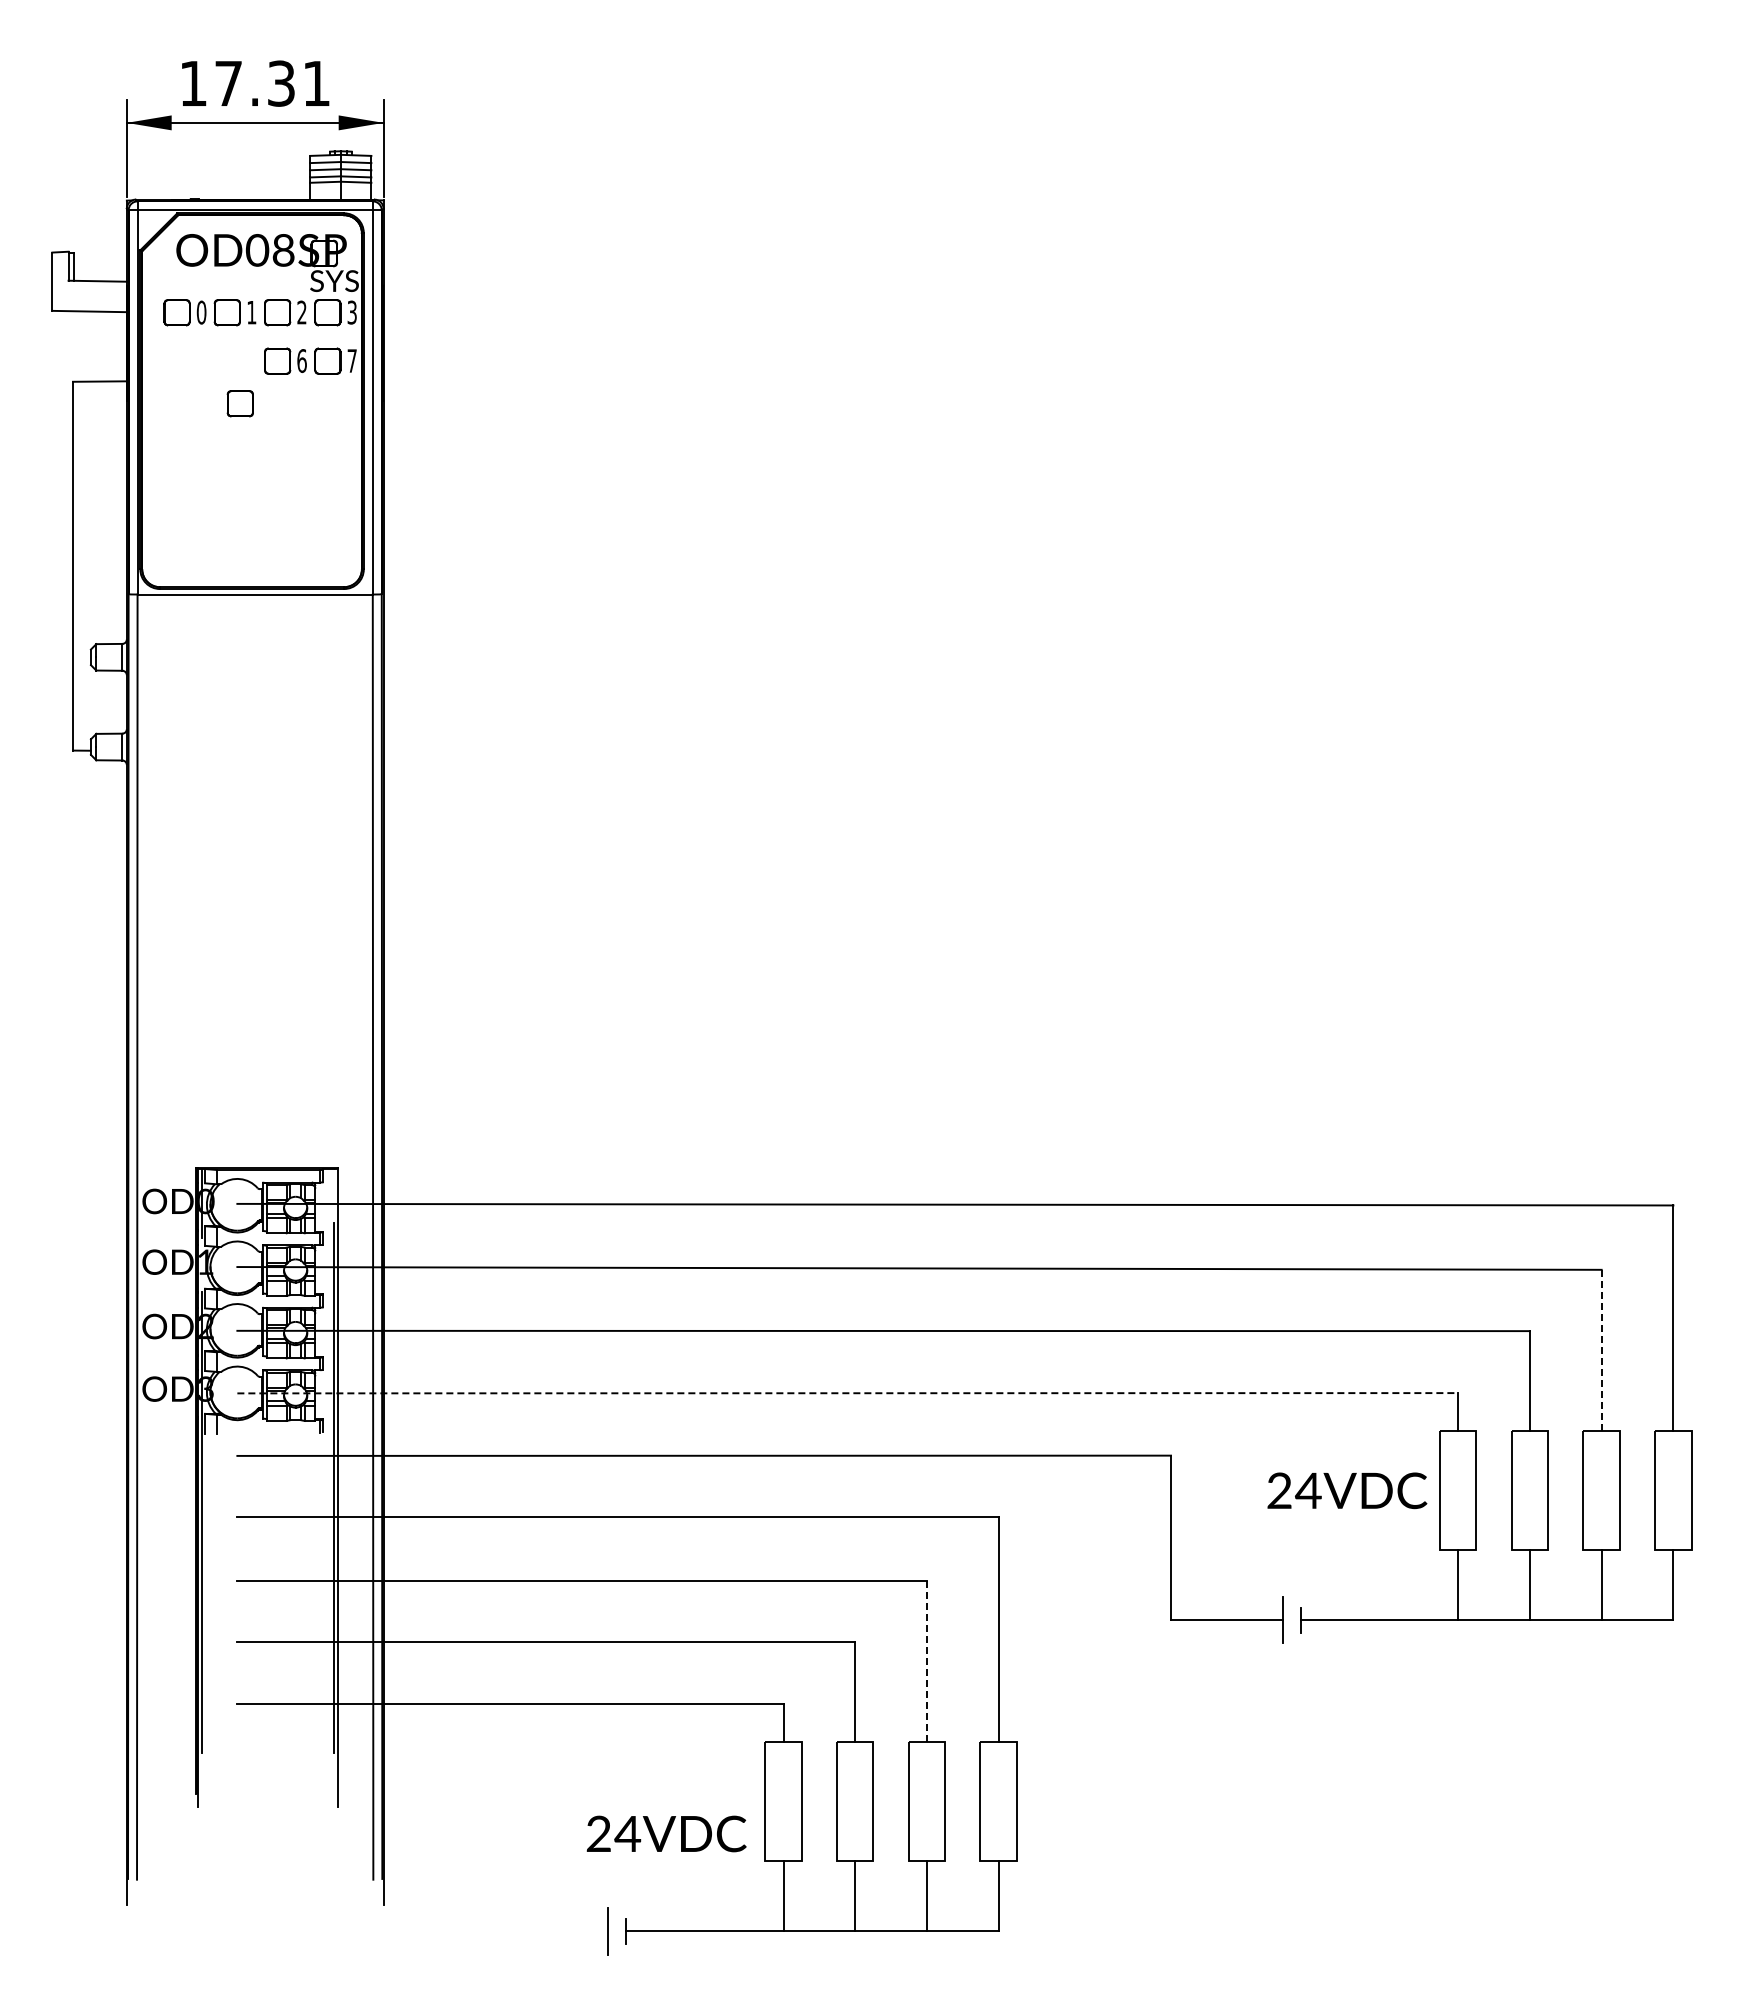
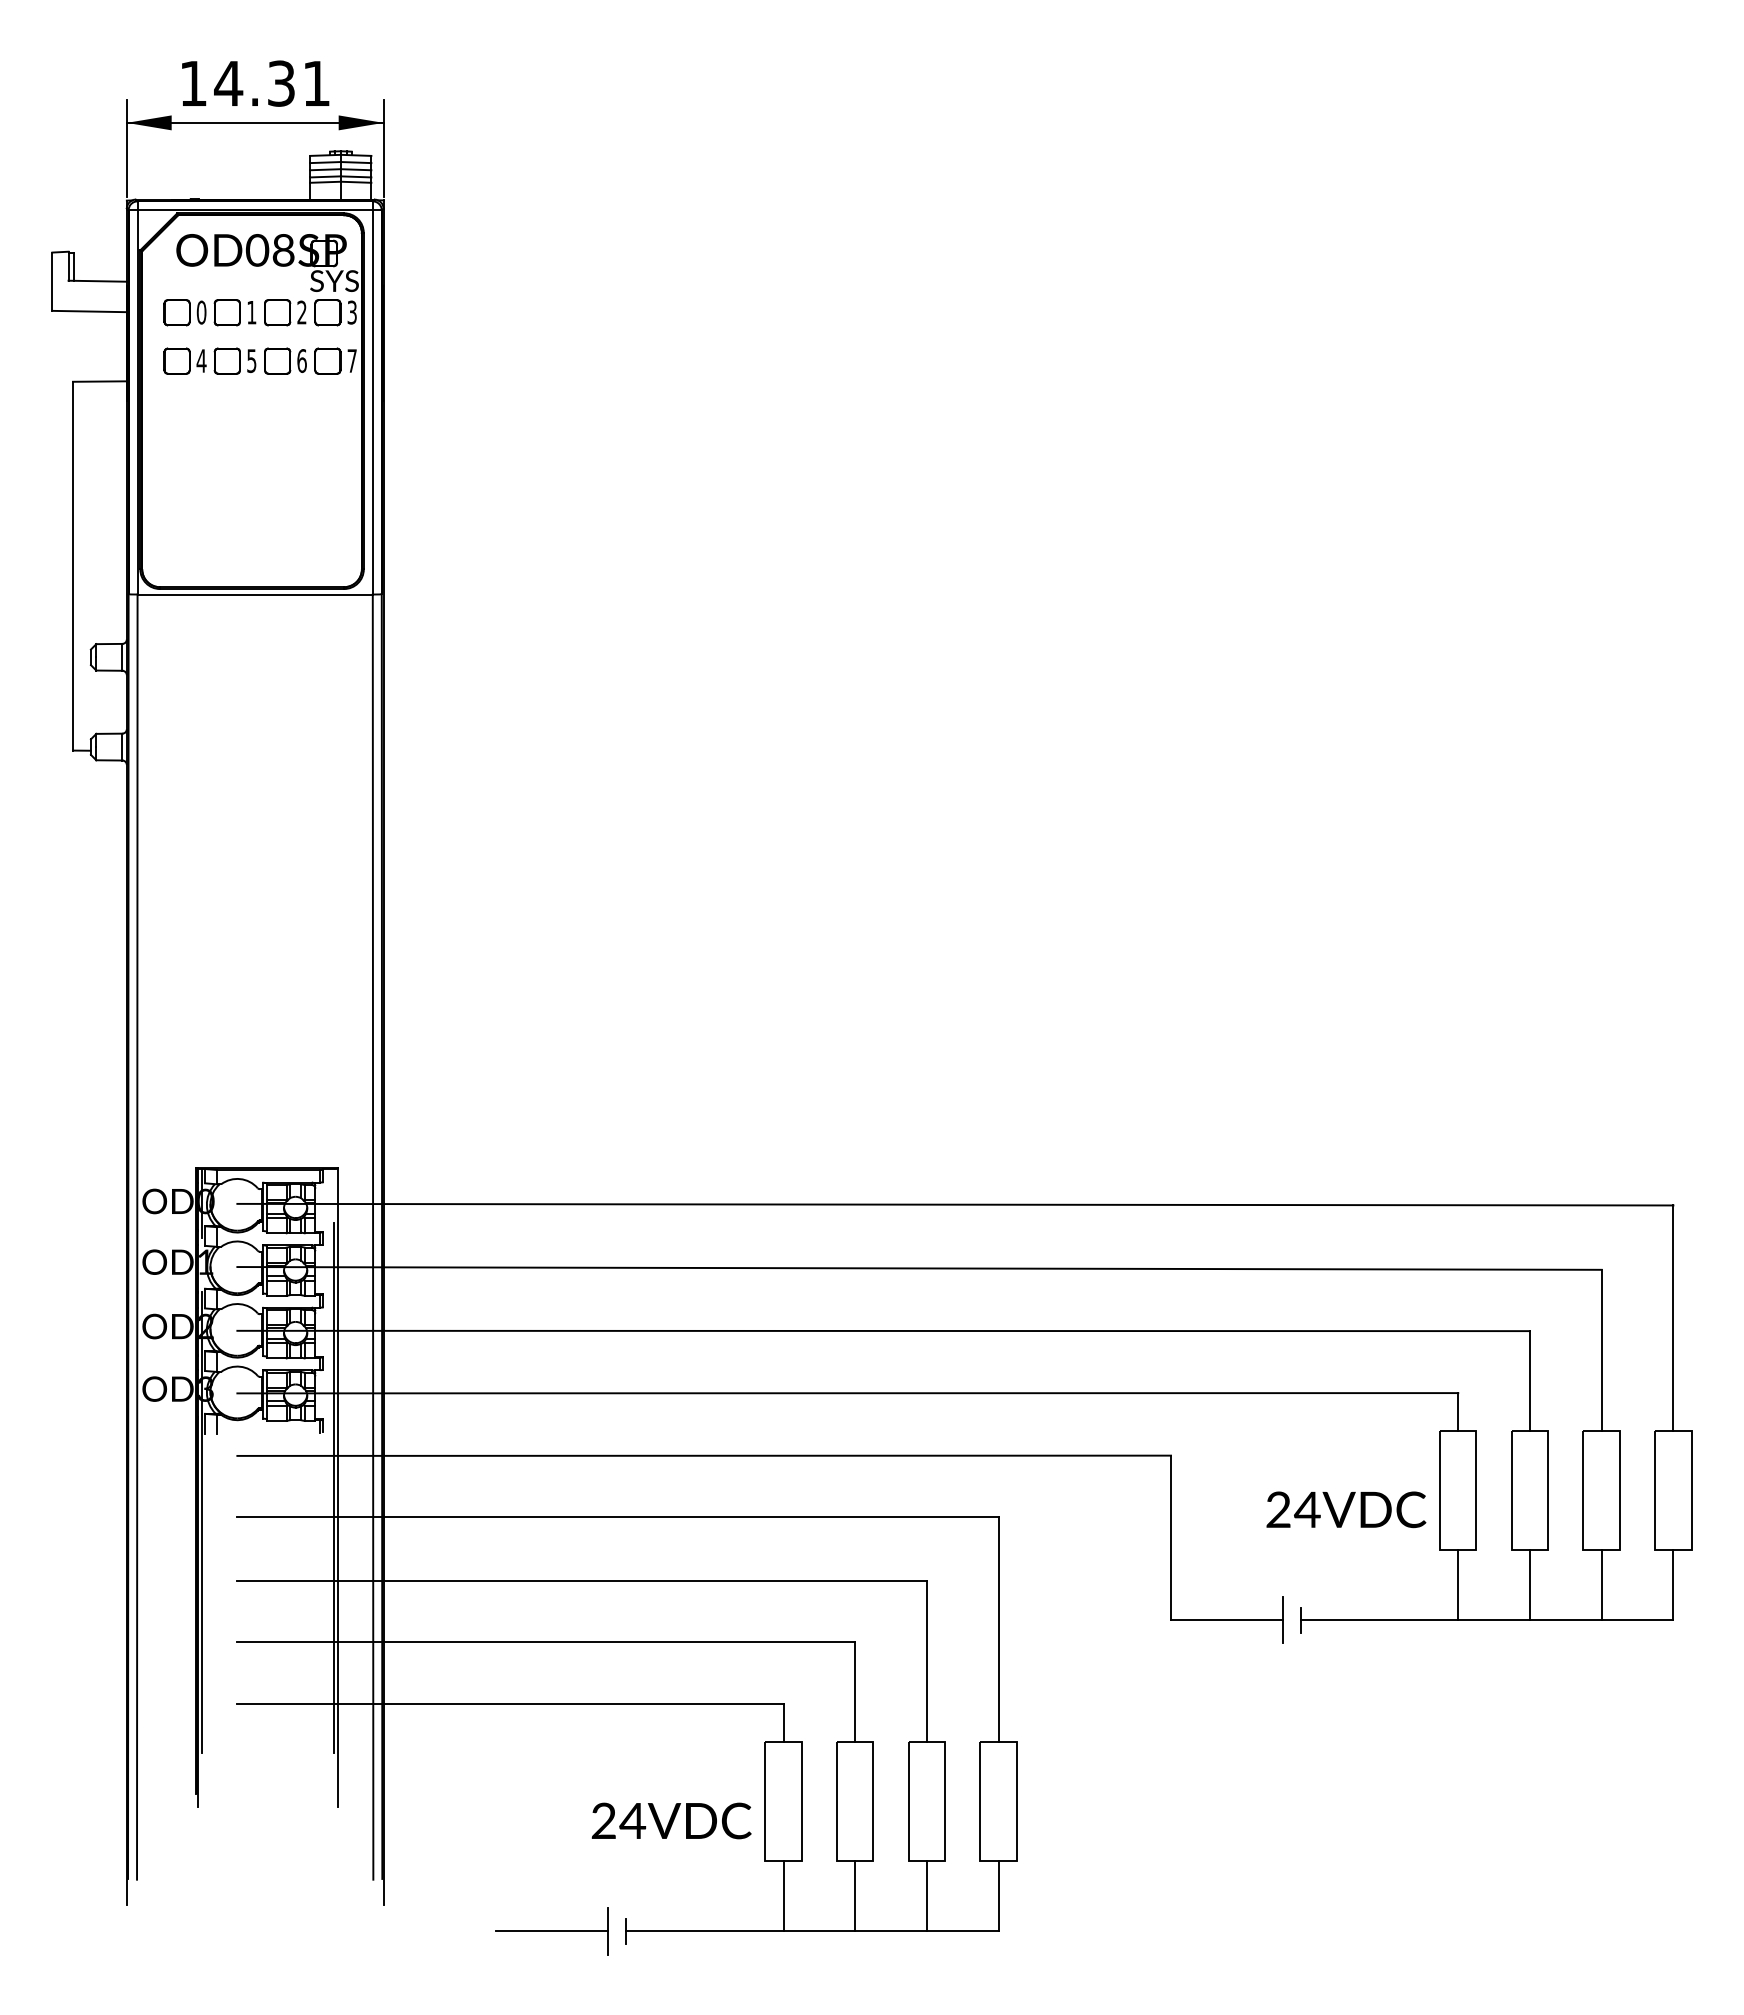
text at (228, 83): 17.31 -> 14.31
part at (209, 360): none -> present
part at (239, 403): present -> none
line at (1601, 1349): dashed -> solid
line at (848, 1393): dashed -> solid
text at (1347, 1490) position: (1347, 1490) -> (1346, 1509)
line at (926, 1660): dashed -> solid
text at (666, 1833) position: (666, 1833) -> (671, 1820)
line at (552, 1931): none -> present
